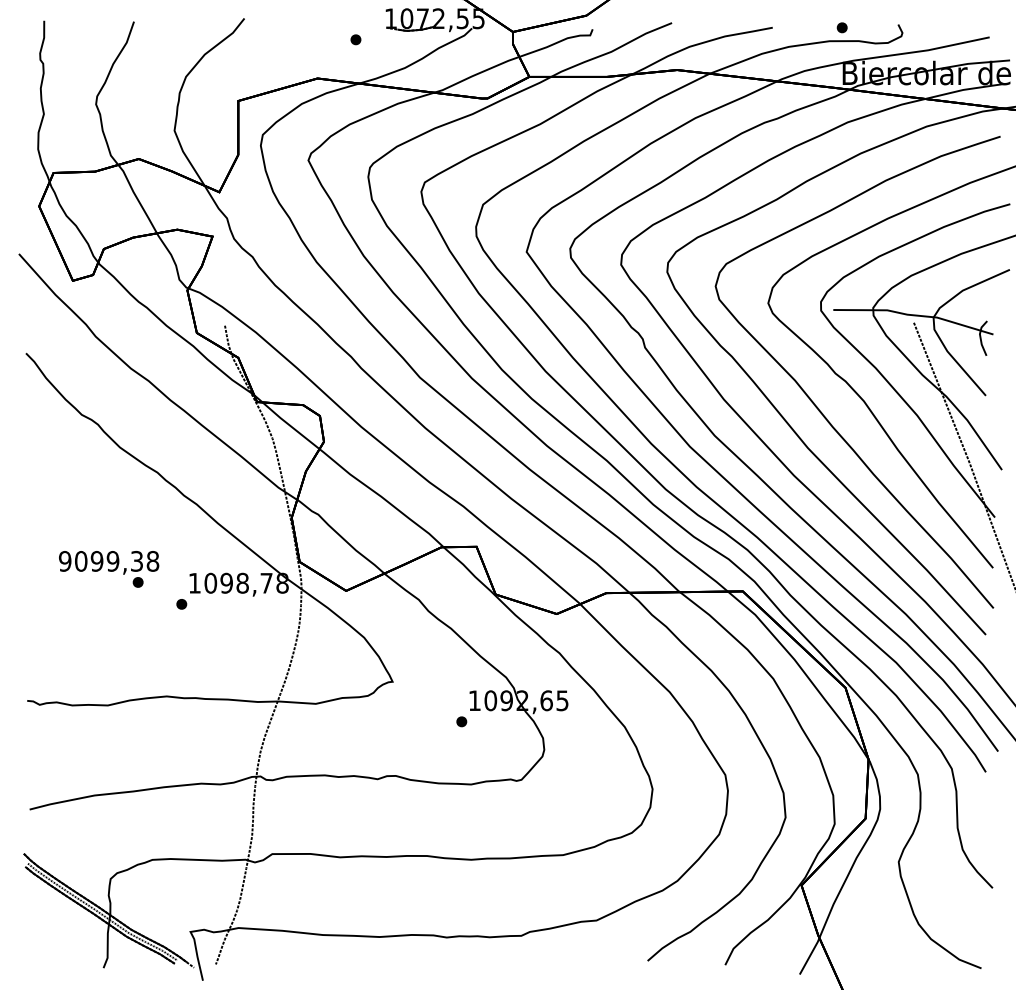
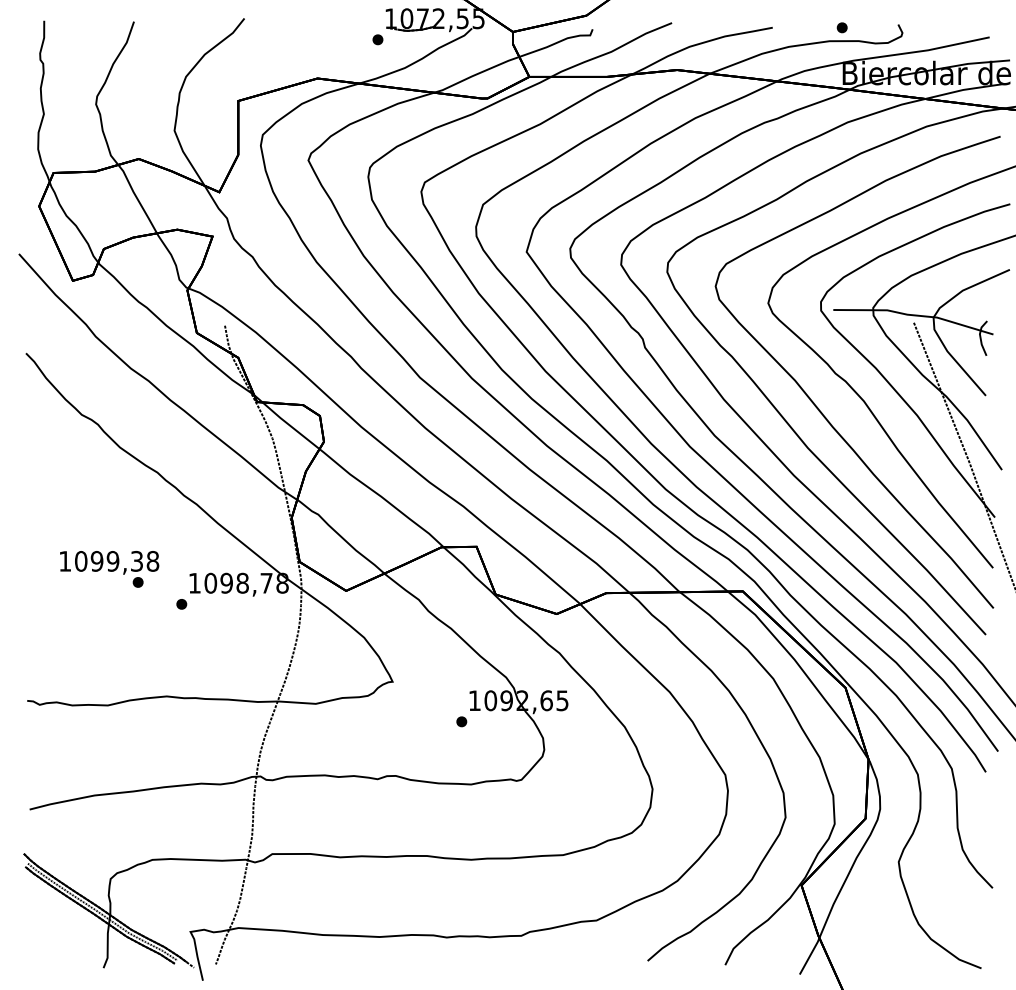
part at (355, 39) position: (355, 39) -> (377, 39)
text at (65, 561): 9099,38 -> 1099,38
